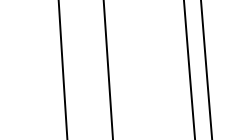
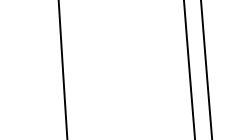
line at (107, 69): present -> none
